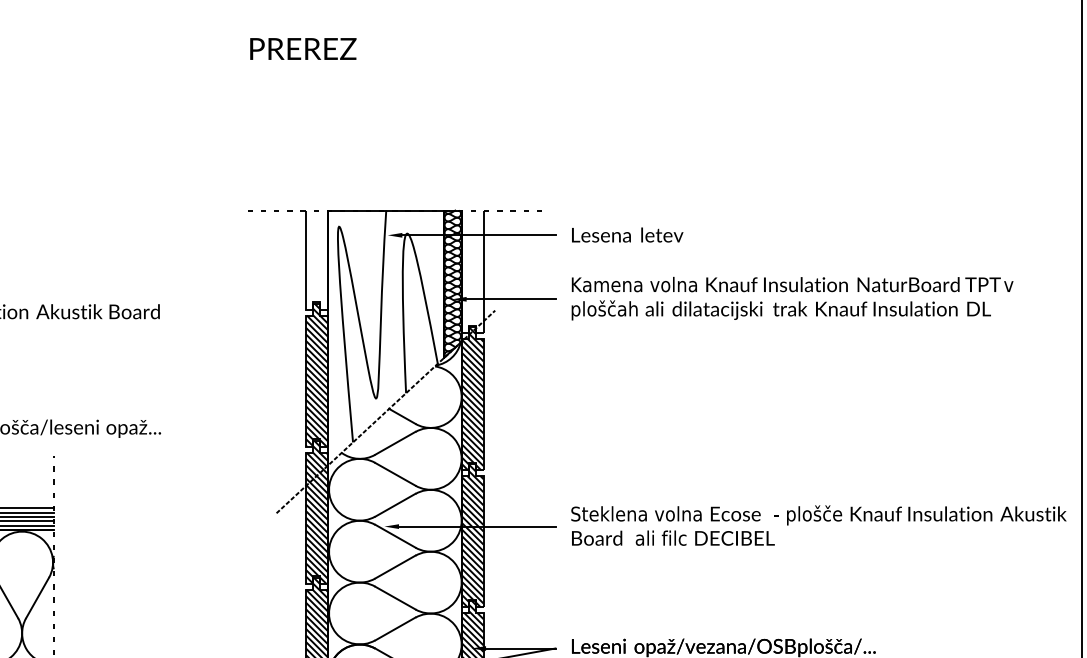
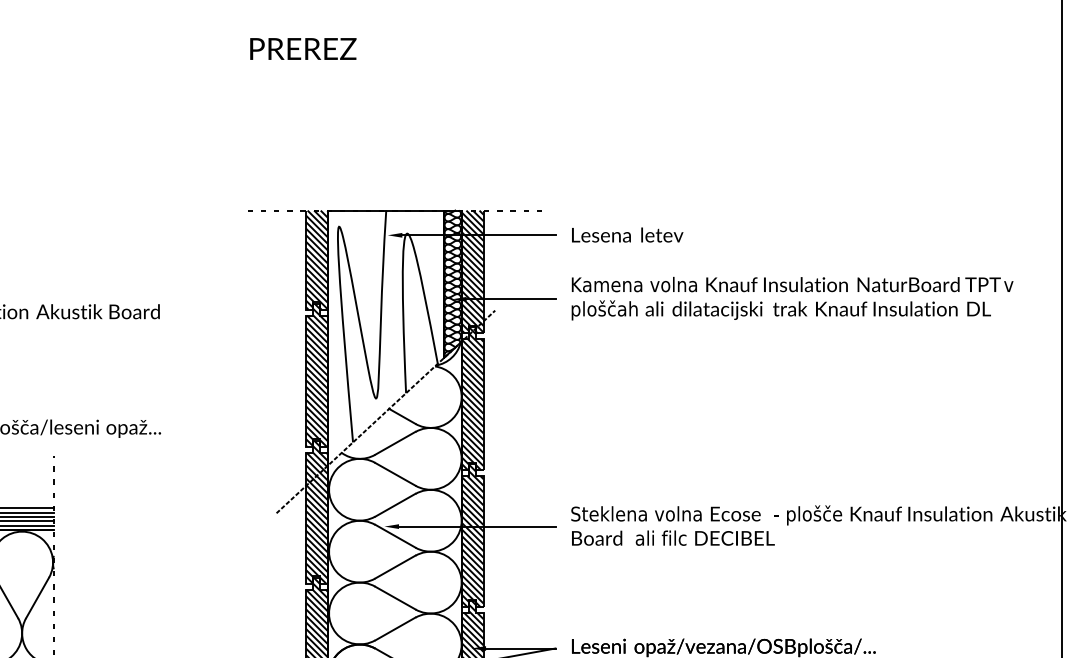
hatch at (316, 259): none -> present
hatch at (472, 271): none -> present
line at (1082, 328) position: (1082, 328) -> (1062, 328)
